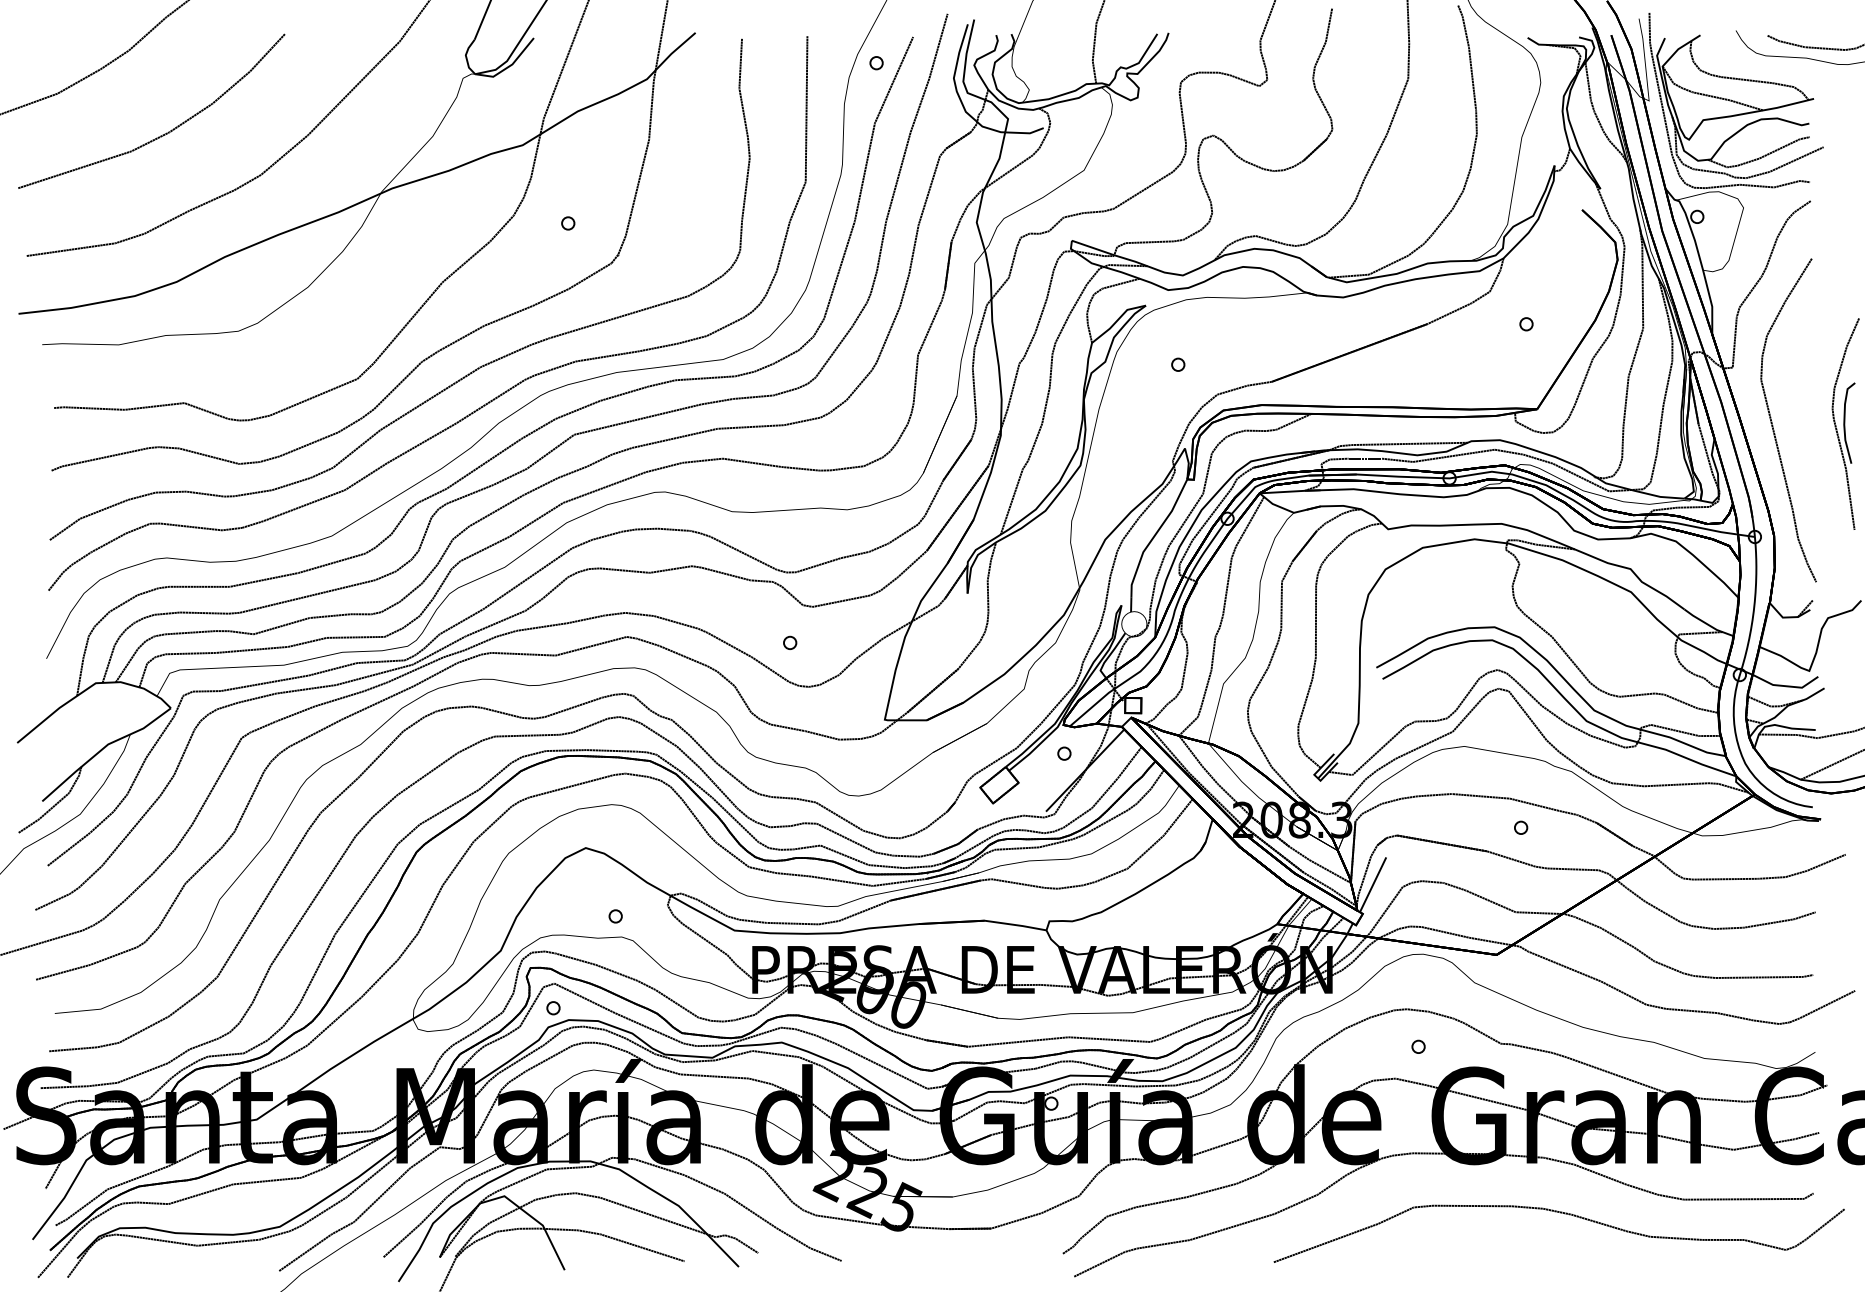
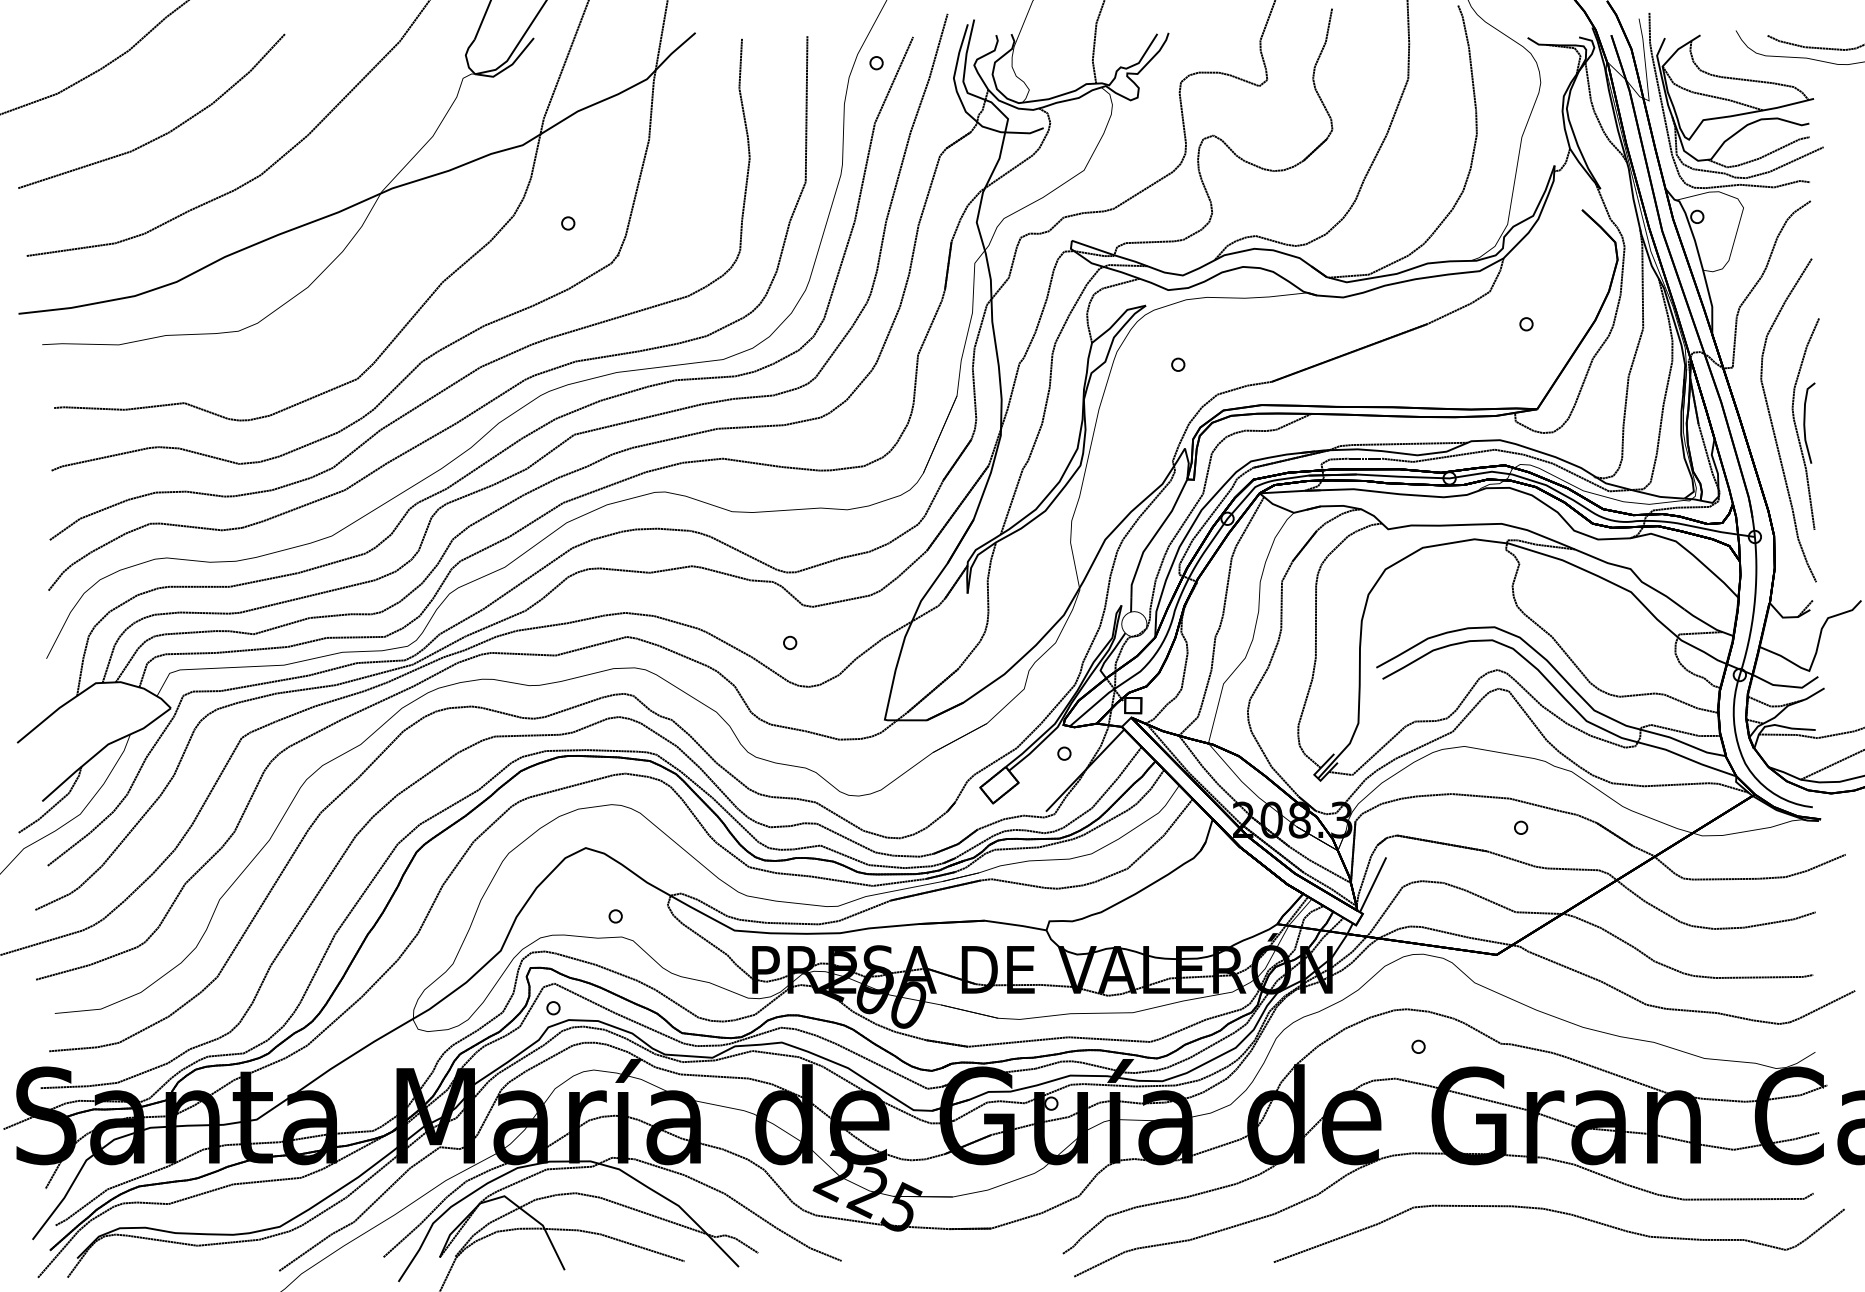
part at (1845, 423) position: (1845, 423) -> (1805, 423)
